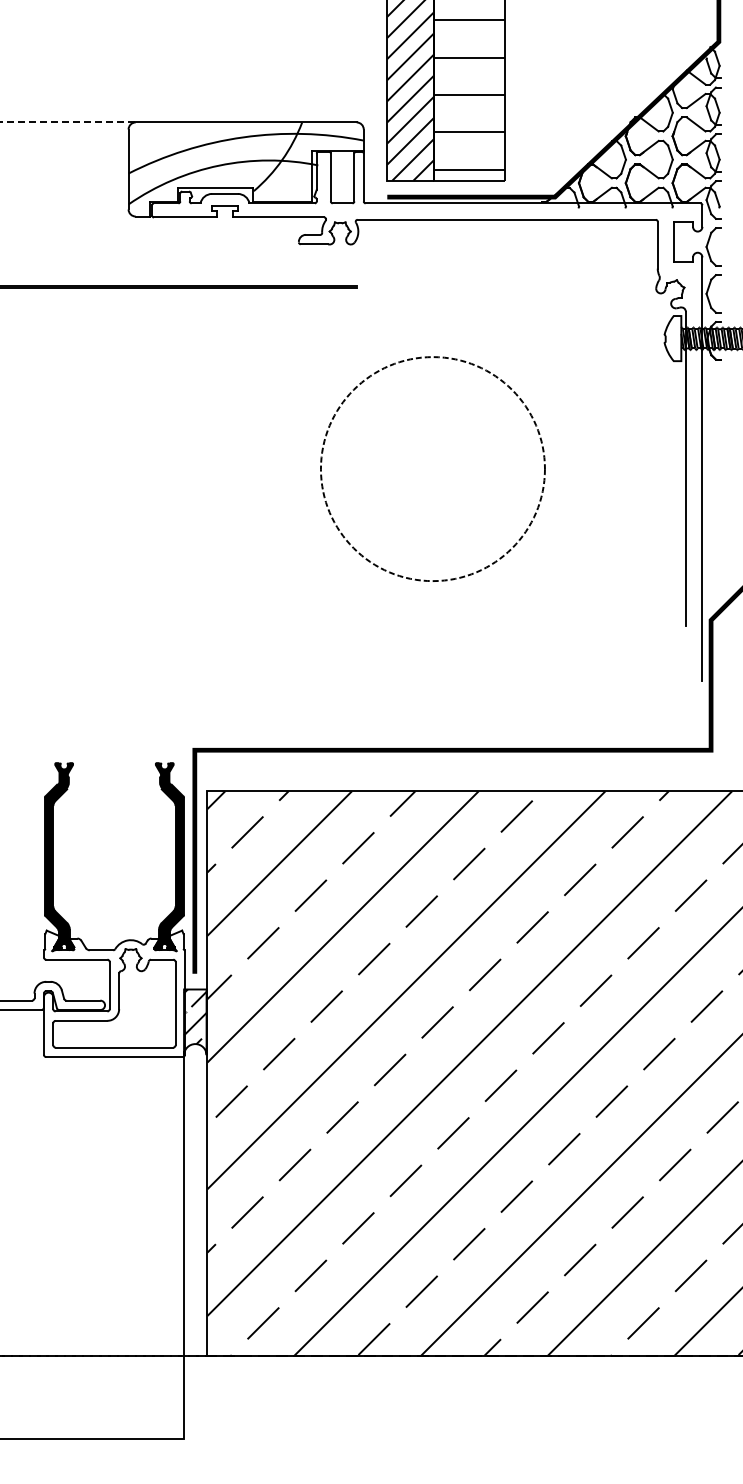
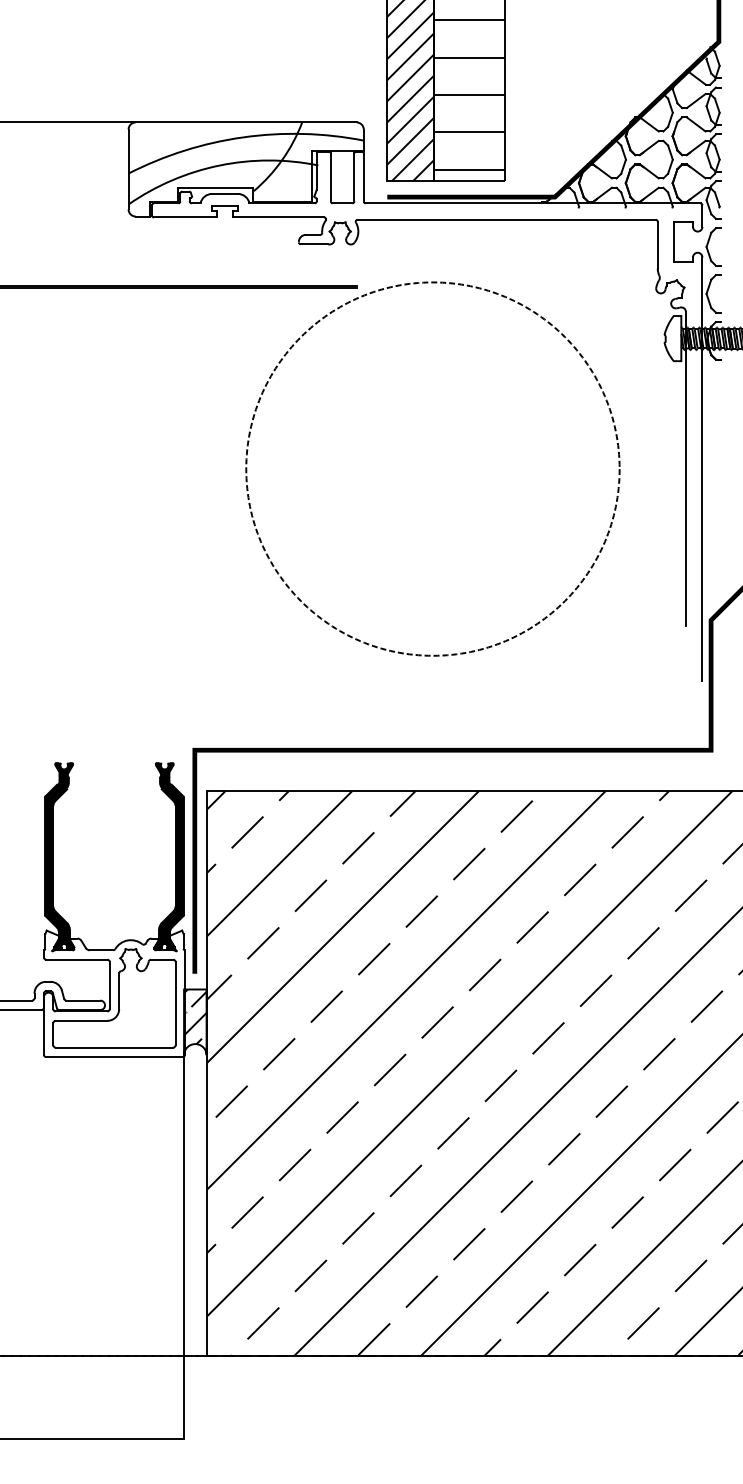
line at (67, 122): dashed -> solid
circle at (432, 469) diameter: 224 px -> 373 px
